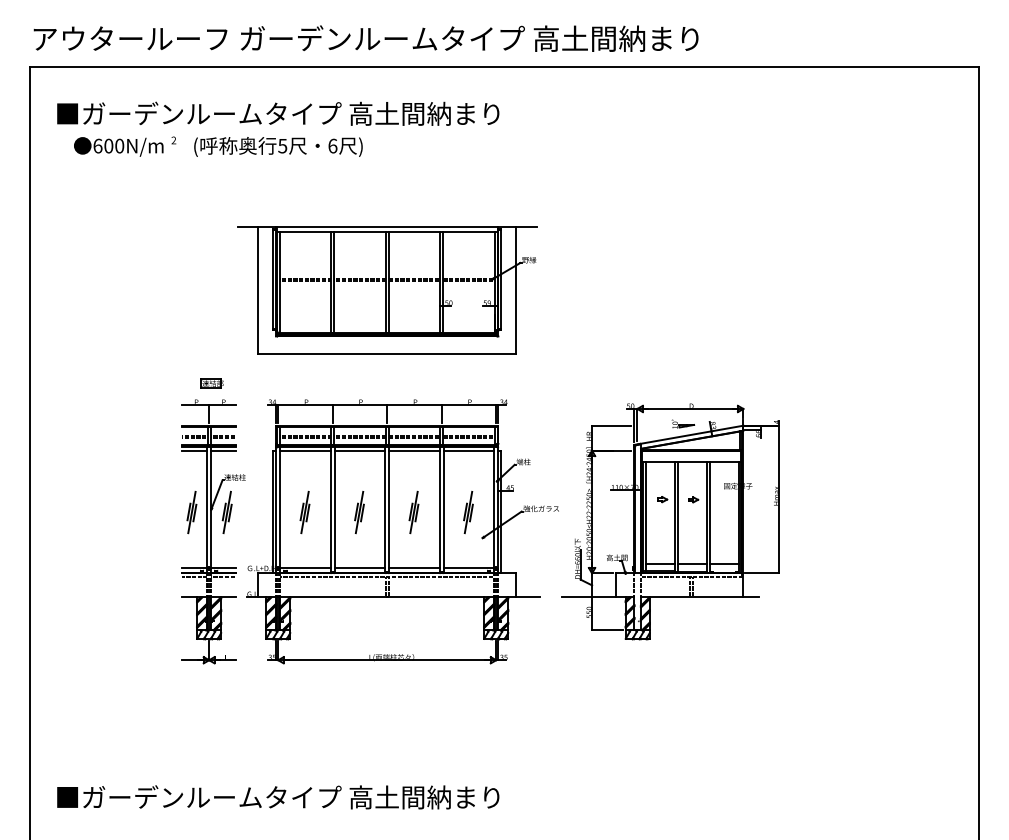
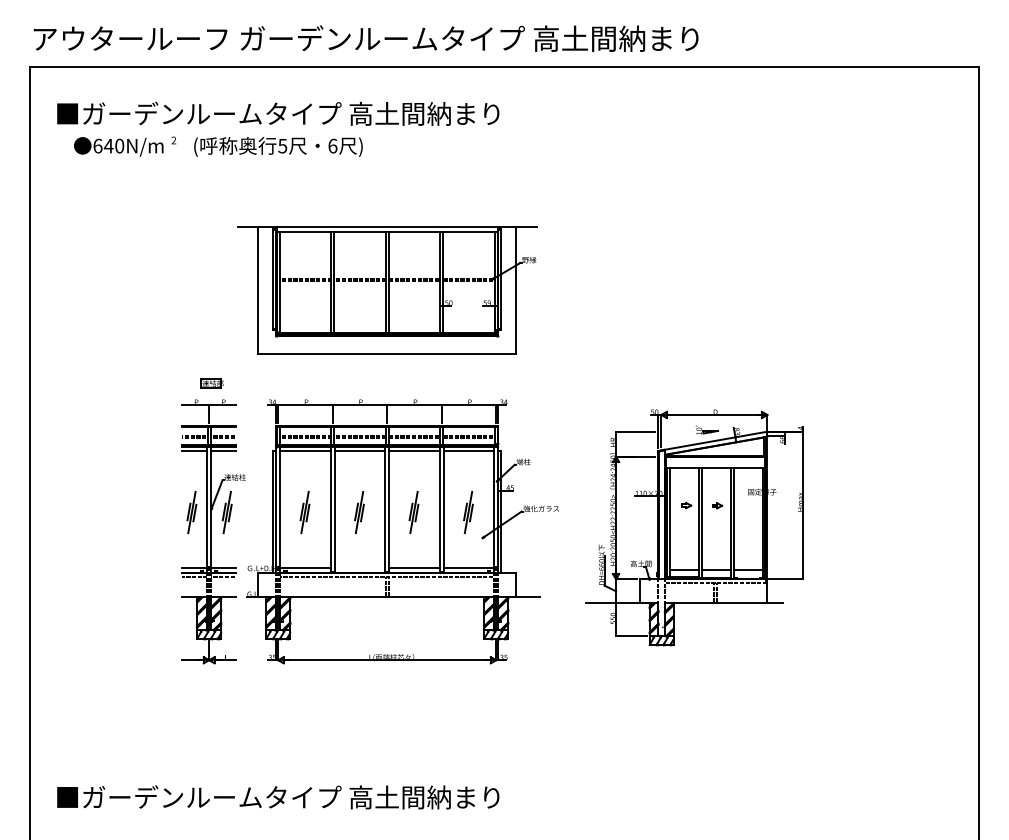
text at (108, 145): 600N/m -> 640N/m
part at (670, 521) position: (670, 521) -> (694, 527)
line at (359, 568): present -> none
